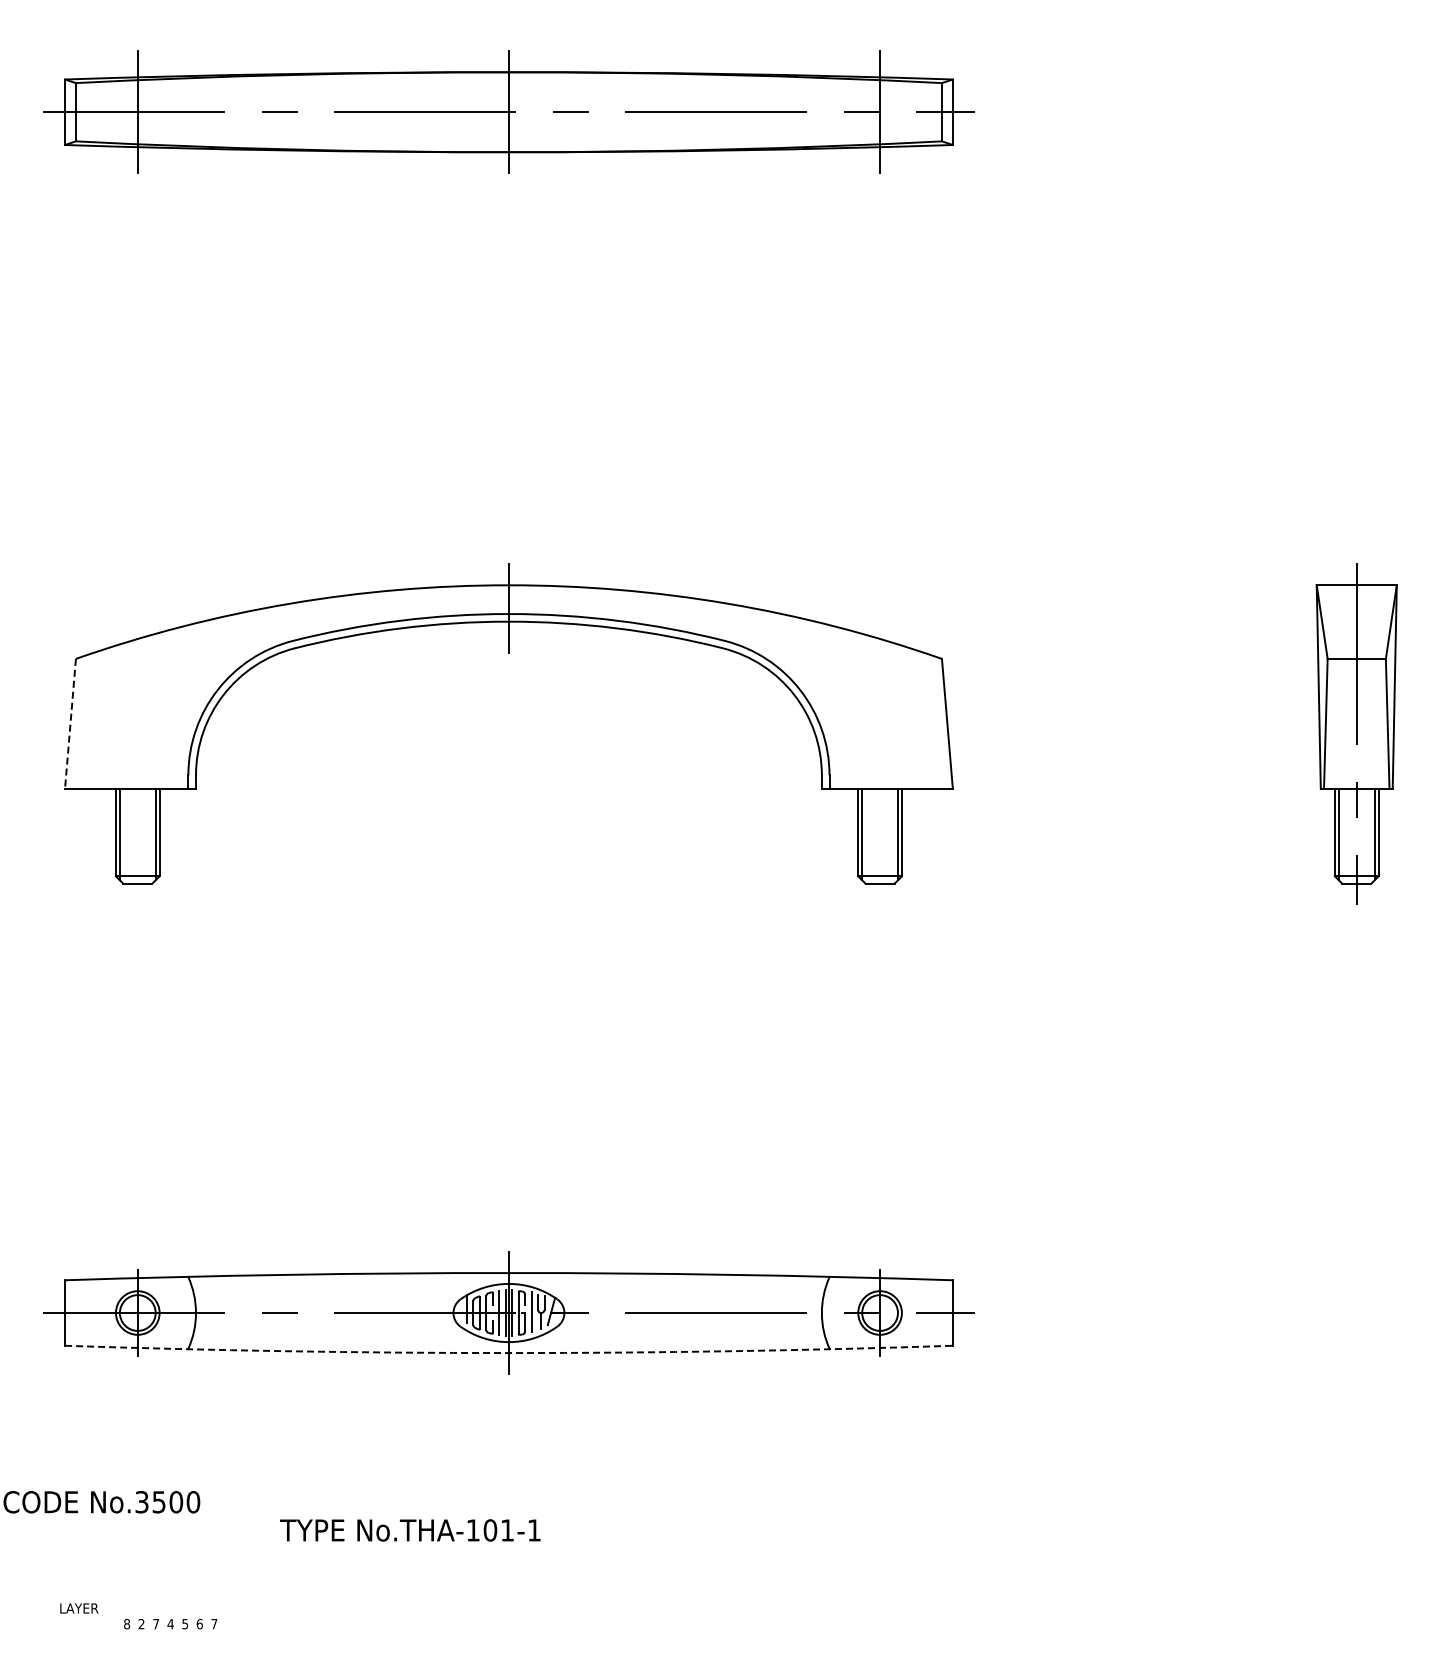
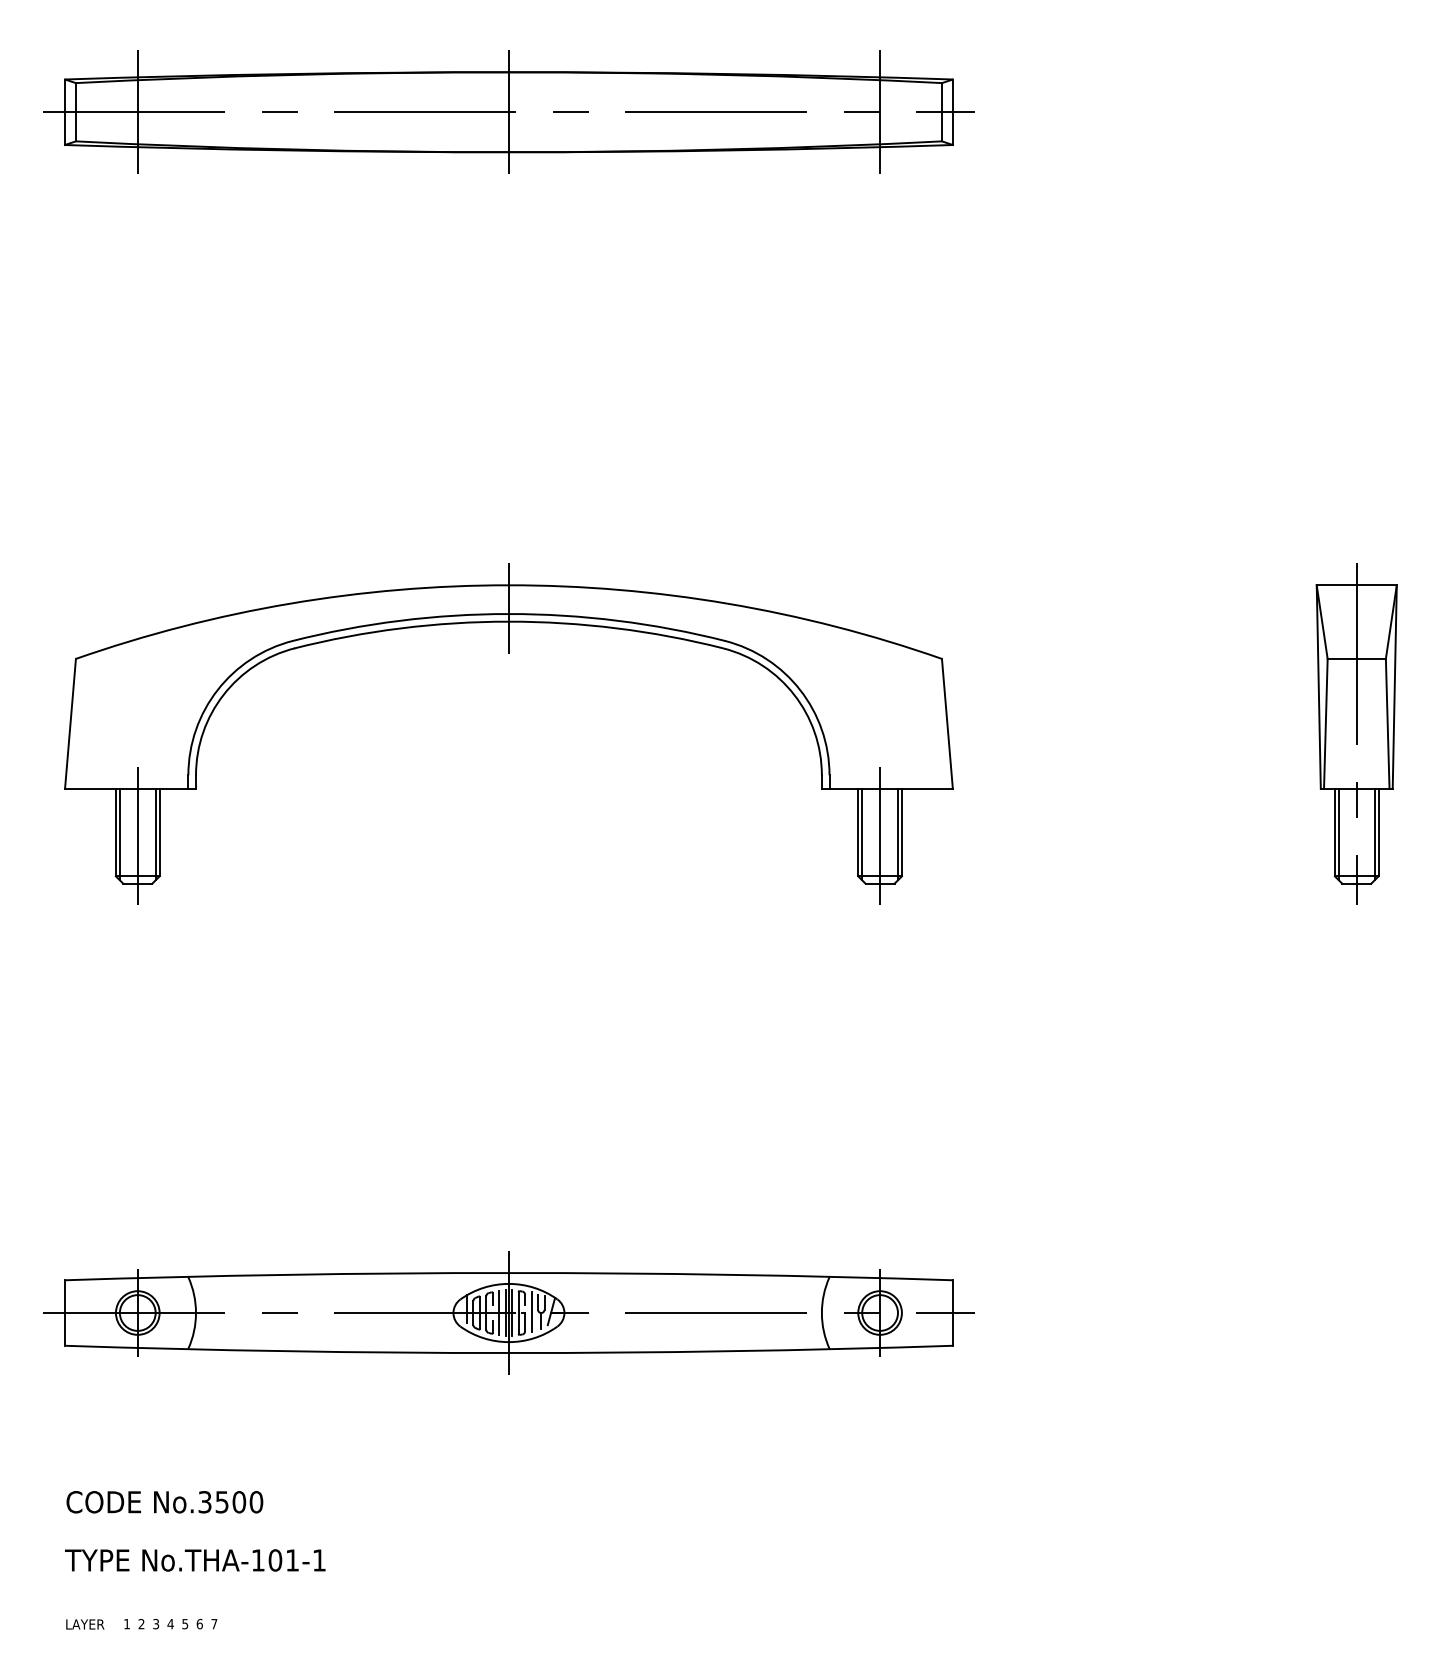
line at (70, 724): dashed -> solid
line at (137, 836): none -> present
line at (880, 836): none -> present
arc at (508, 1353): dashed -> solid
text at (101, 1502) position: (101, 1502) -> (164, 1502)
text at (410, 1530) position: (410, 1530) -> (195, 1560)
text at (79, 1608) position: (79, 1608) -> (85, 1624)
text at (156, 1623): 7 -> 3
text at (127, 1624): 8 -> 1
